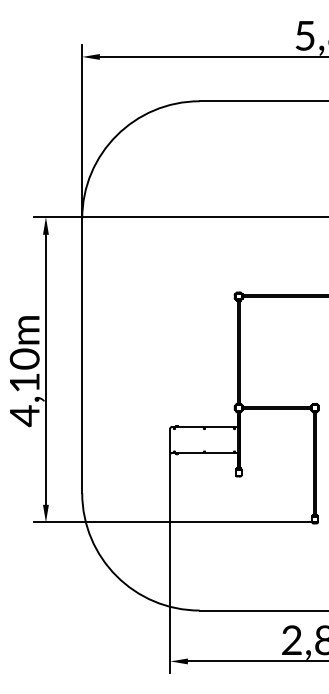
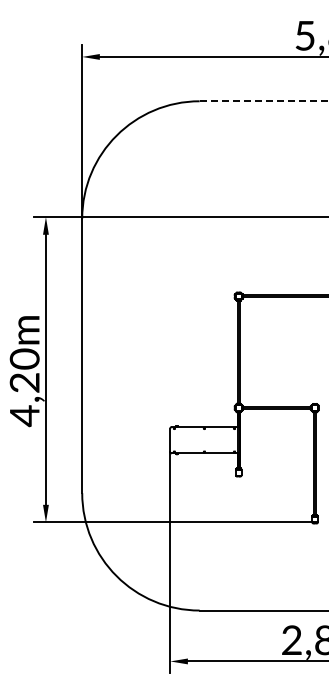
line at (264, 101): solid -> dashed
text at (24, 382): 4,10m -> 4,20m
